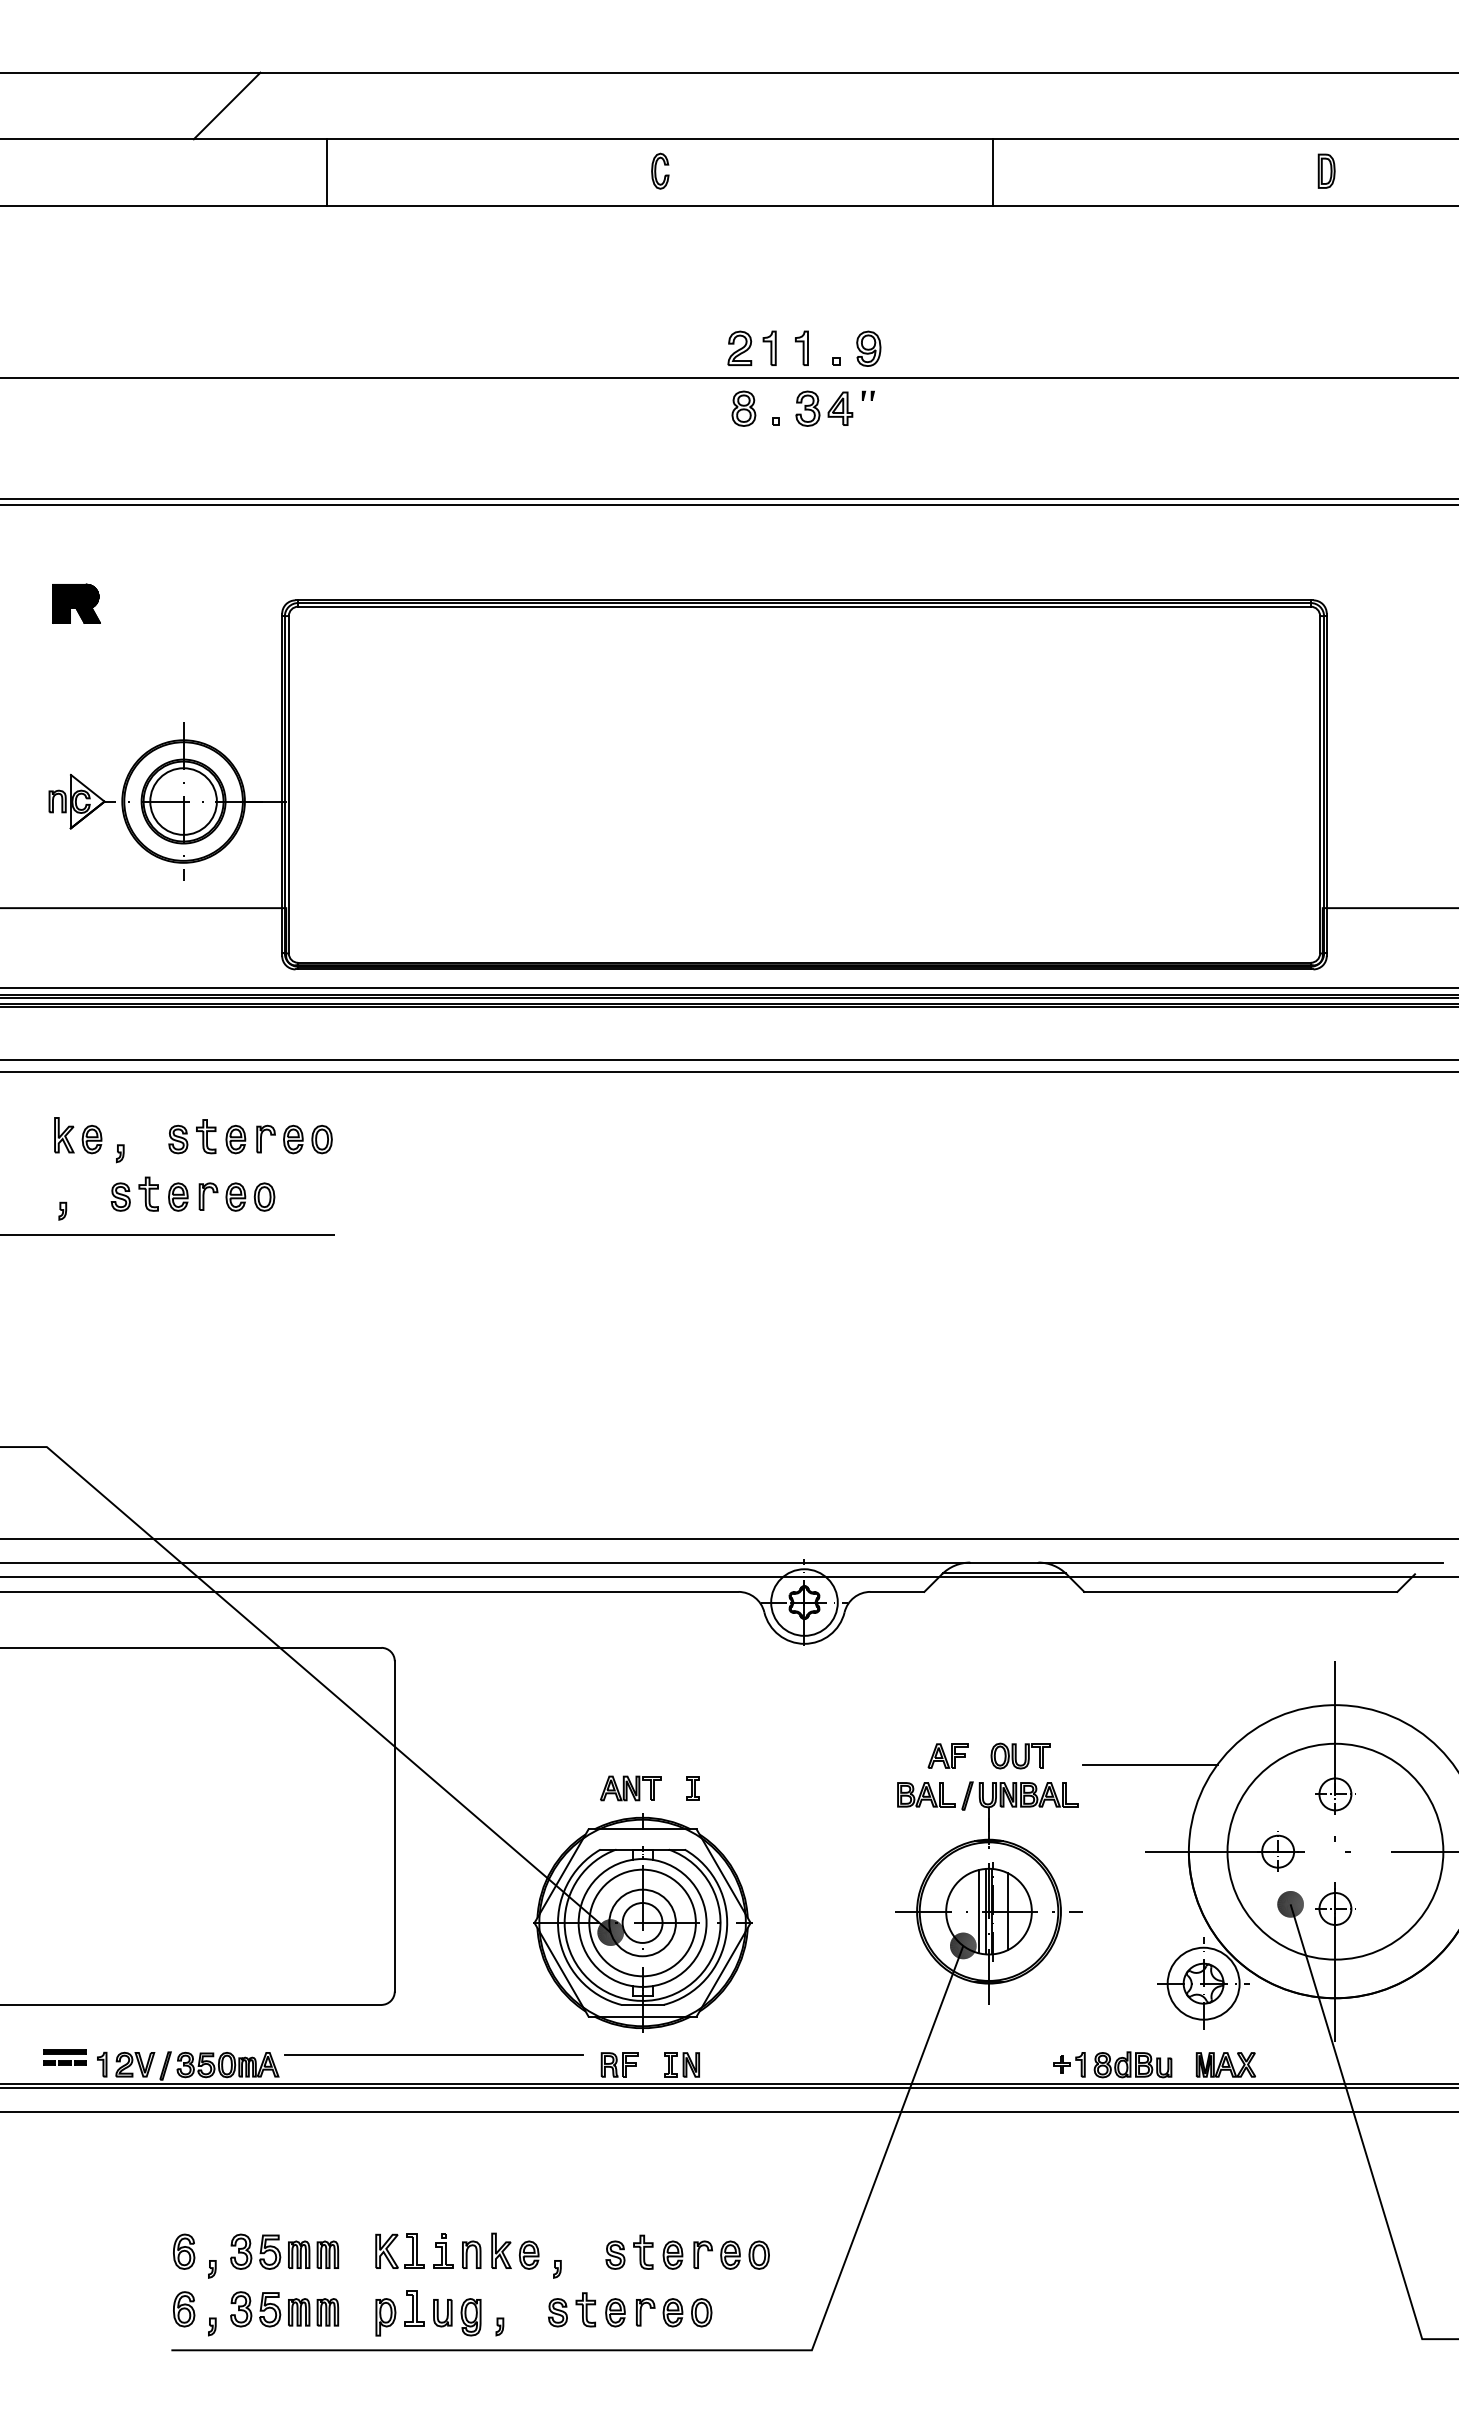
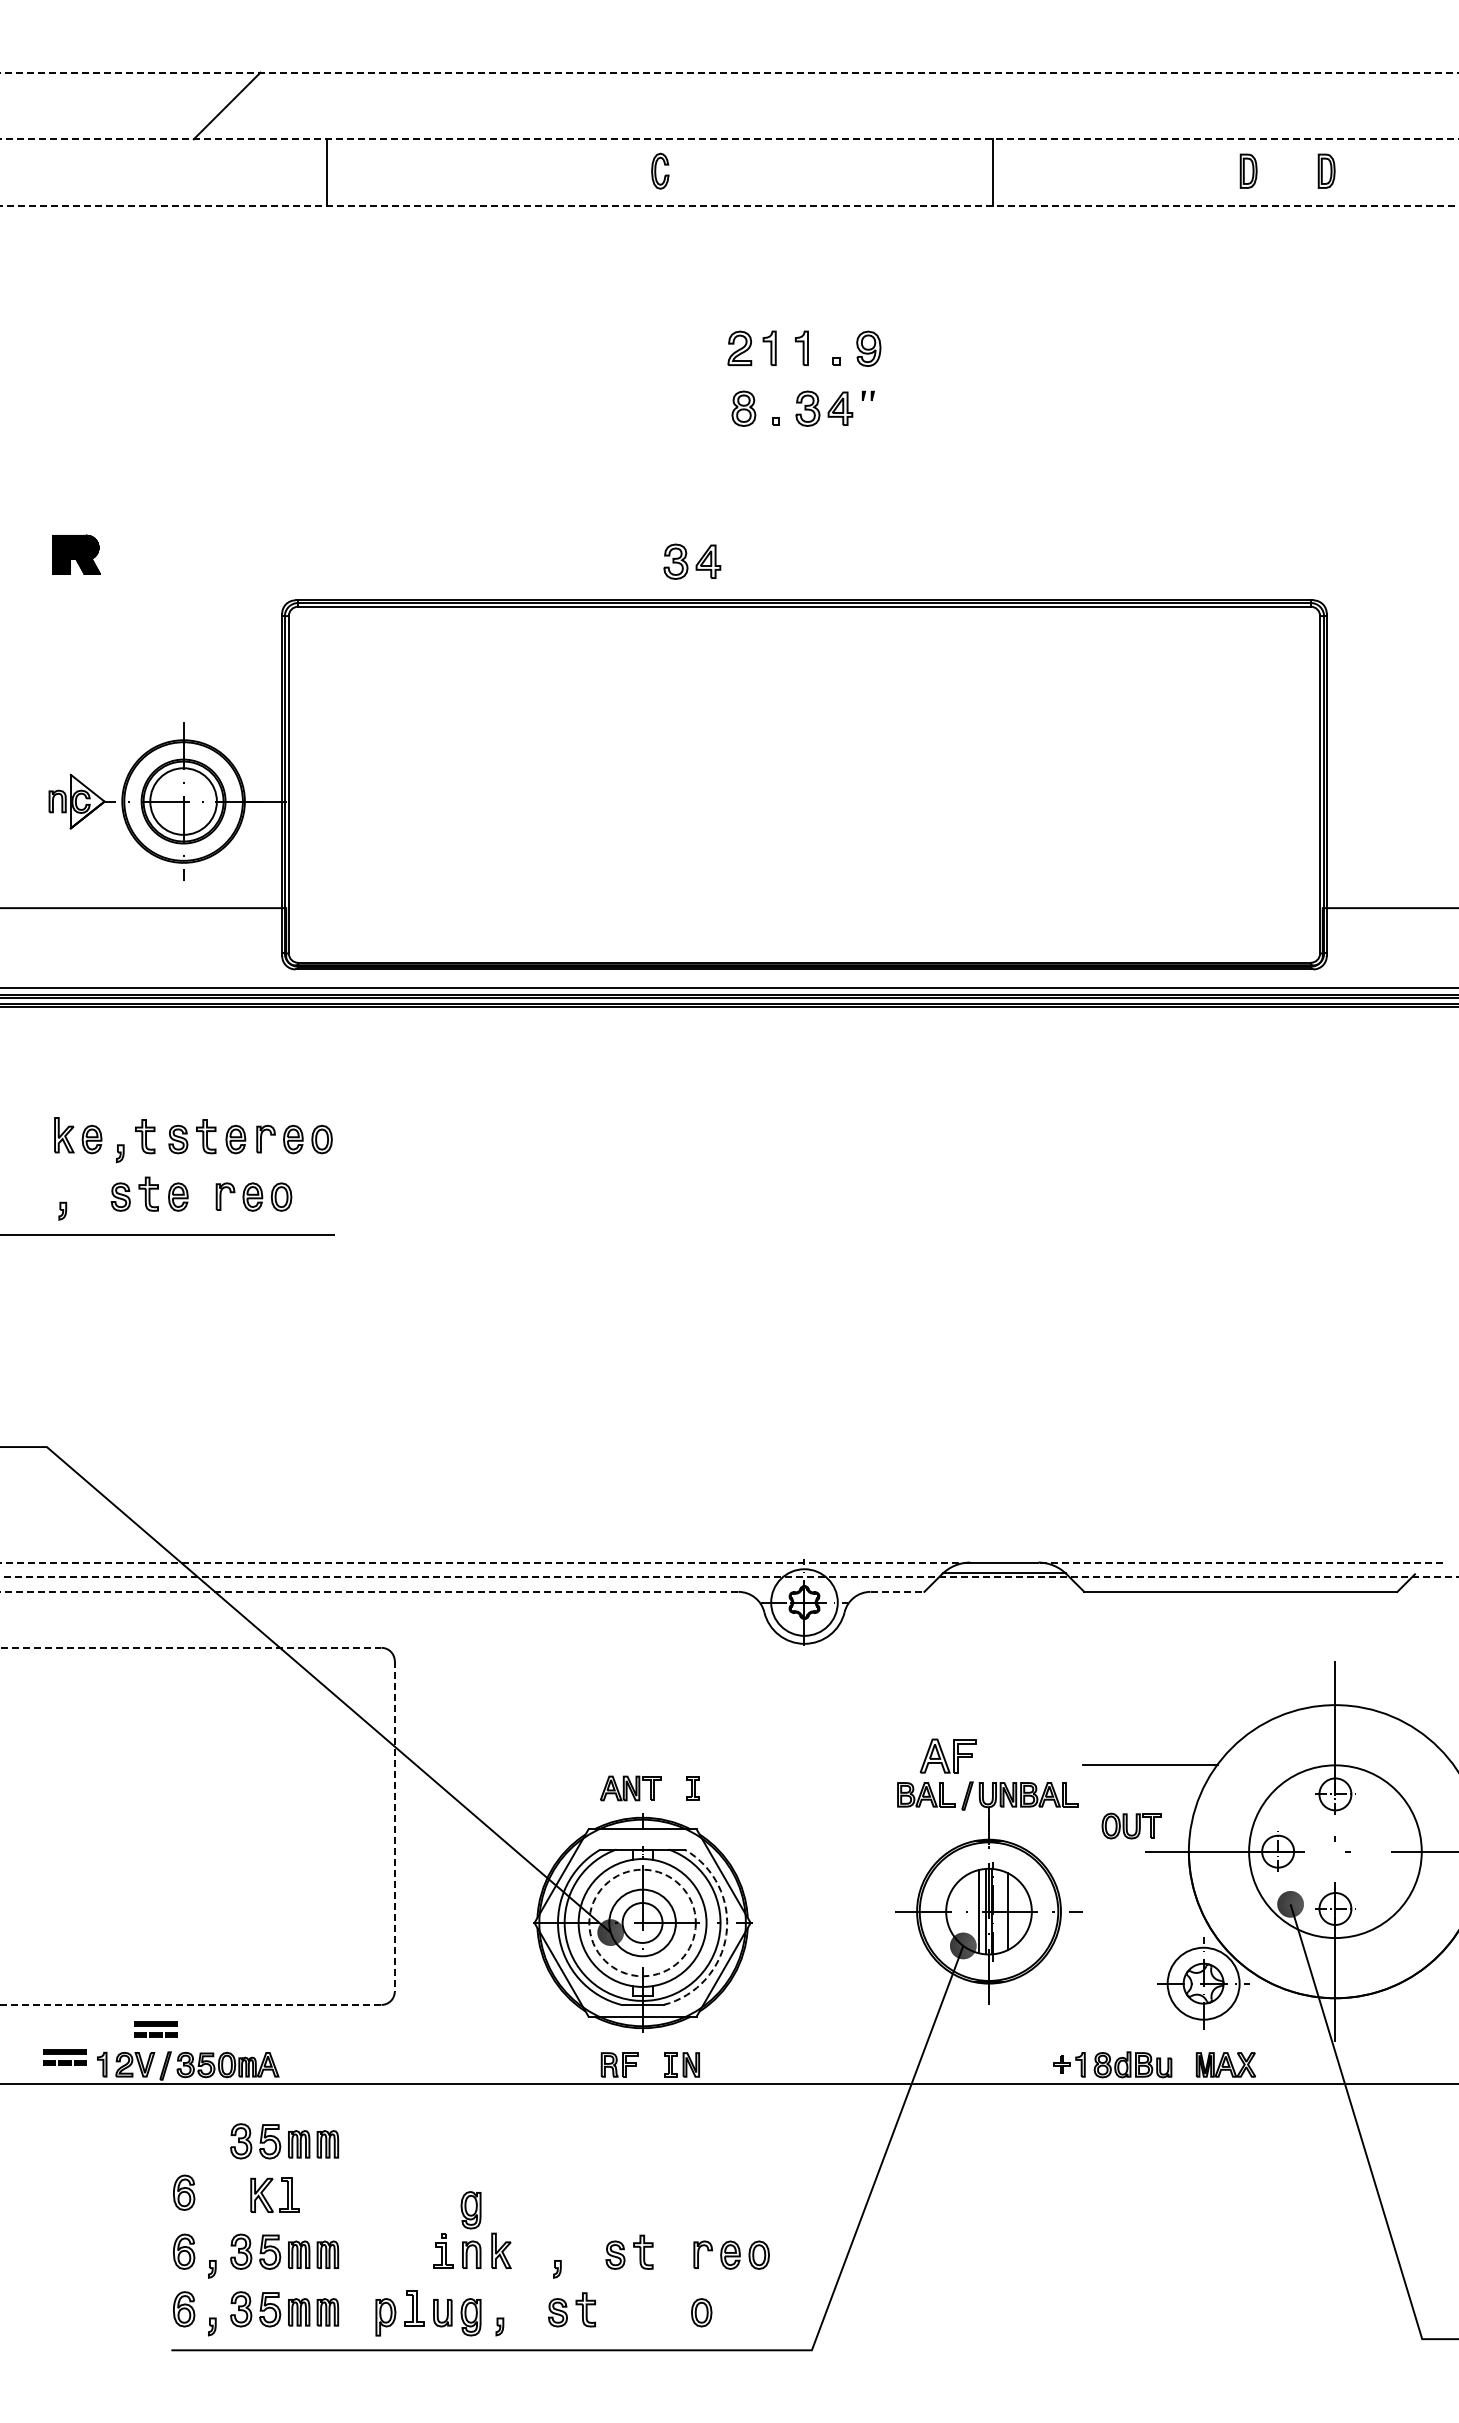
line at (729, 72): solid -> dashed
line at (729, 139): solid -> dashed
part at (1248, 170): none -> present
line at (729, 205): solid -> dashed
line at (728, 378): present -> none
line at (728, 499): present -> none
line at (728, 505): present -> none
part at (692, 561): none -> present
part at (76, 603) position: (76, 603) -> (76, 554)
line at (728, 1059): present -> none
line at (728, 1072): present -> none
part at (145, 1136): none -> present
part at (236, 1196) position: (236, 1196) -> (253, 1196)
line at (728, 1538): present -> none
line at (485, 1562): solid -> dashed
line at (1240, 1562): solid -> dashed
line at (729, 1577): solid -> dashed
line at (369, 1591): solid -> dashed
line at (897, 1591): solid -> dashed
line at (191, 1647): solid -> dashed
part at (947, 1755) size: 42x26 px -> 58x36 px
part at (1020, 1755) position: (1020, 1755) -> (1131, 1825)
line at (394, 1826): solid -> dashed
circle at (1335, 1851) diameter: 216 px -> 173 px
circle at (642, 1922): solid -> dashed
arc at (726, 1934): solid -> dashed
line at (190, 2004): solid -> dashed
part at (155, 2029): none -> present
line at (433, 2055): present -> none
line at (728, 2087): present -> none
line at (728, 2111): present -> none
part at (284, 2141): none -> present
part at (184, 2192): none -> present
part at (470, 2210): none -> present
part at (528, 2254): present -> none
part at (672, 2254): present -> none
part at (392, 2256) position: (392, 2256) -> (267, 2200)
part at (615, 2312): present -> none
part at (659, 2312): present -> none
